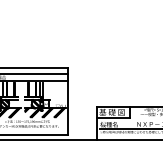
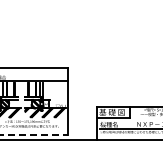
line at (35, 74): present -> none
line at (34, 134): solid -> dashed
